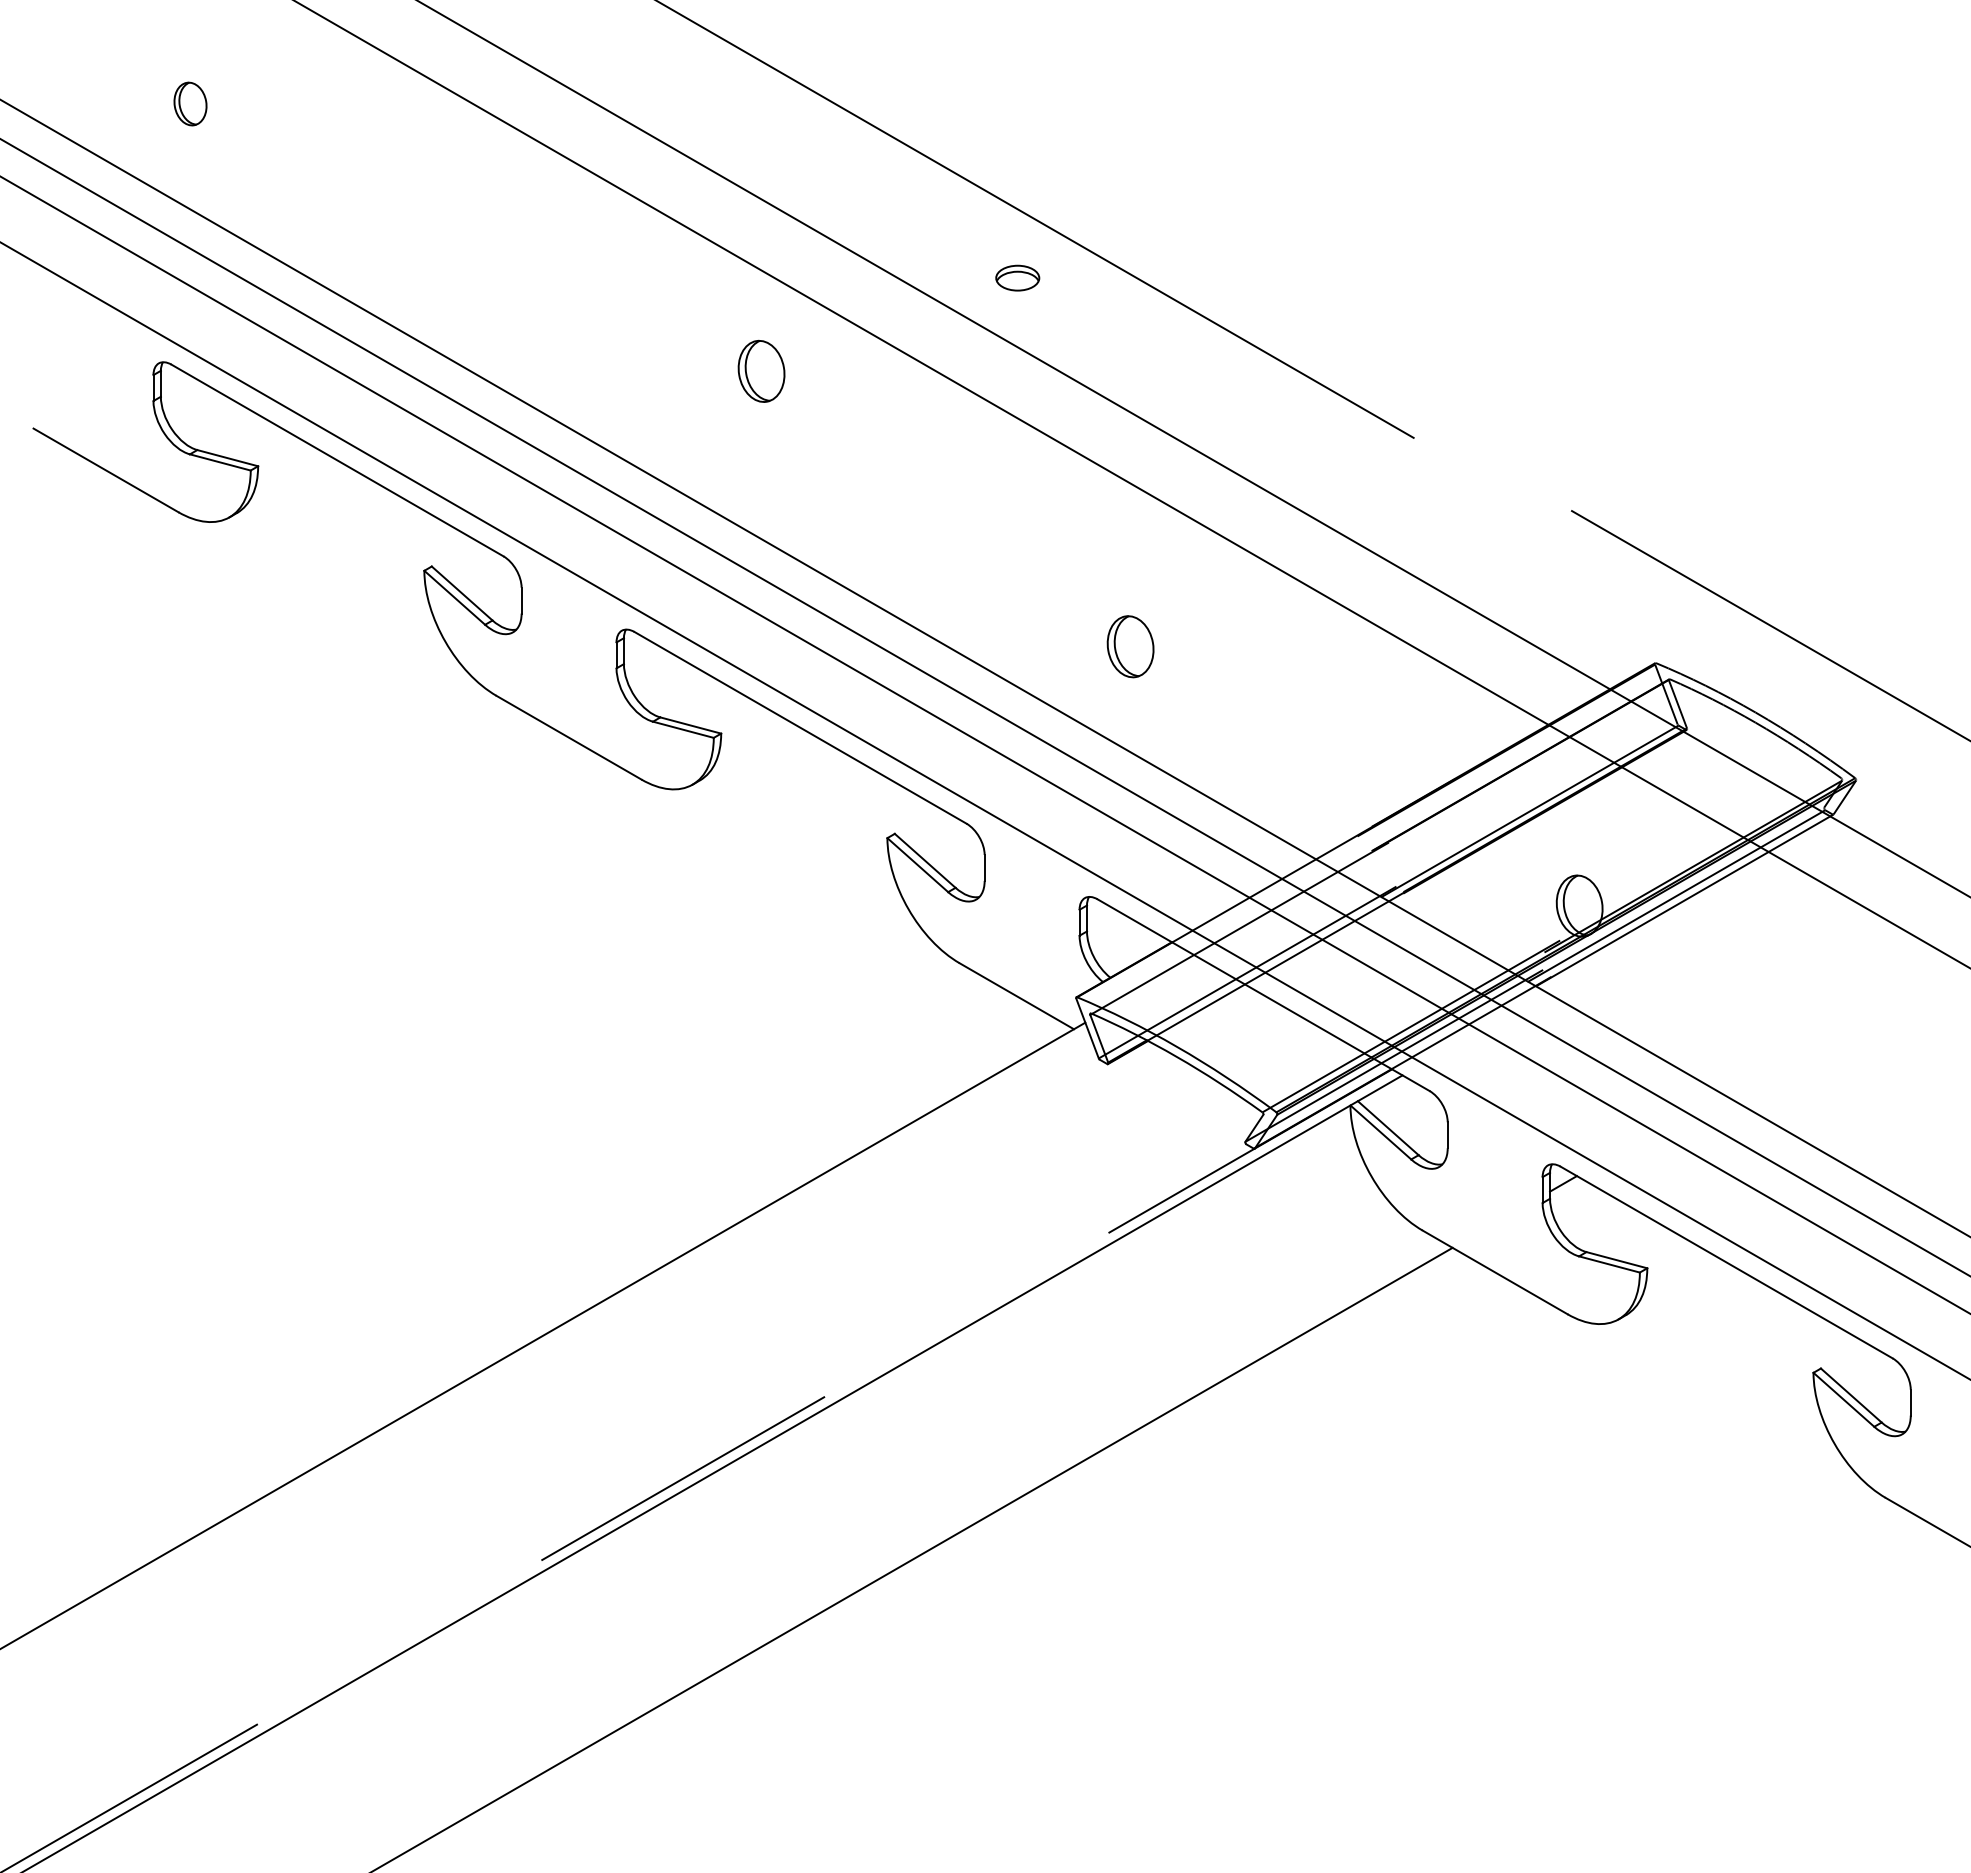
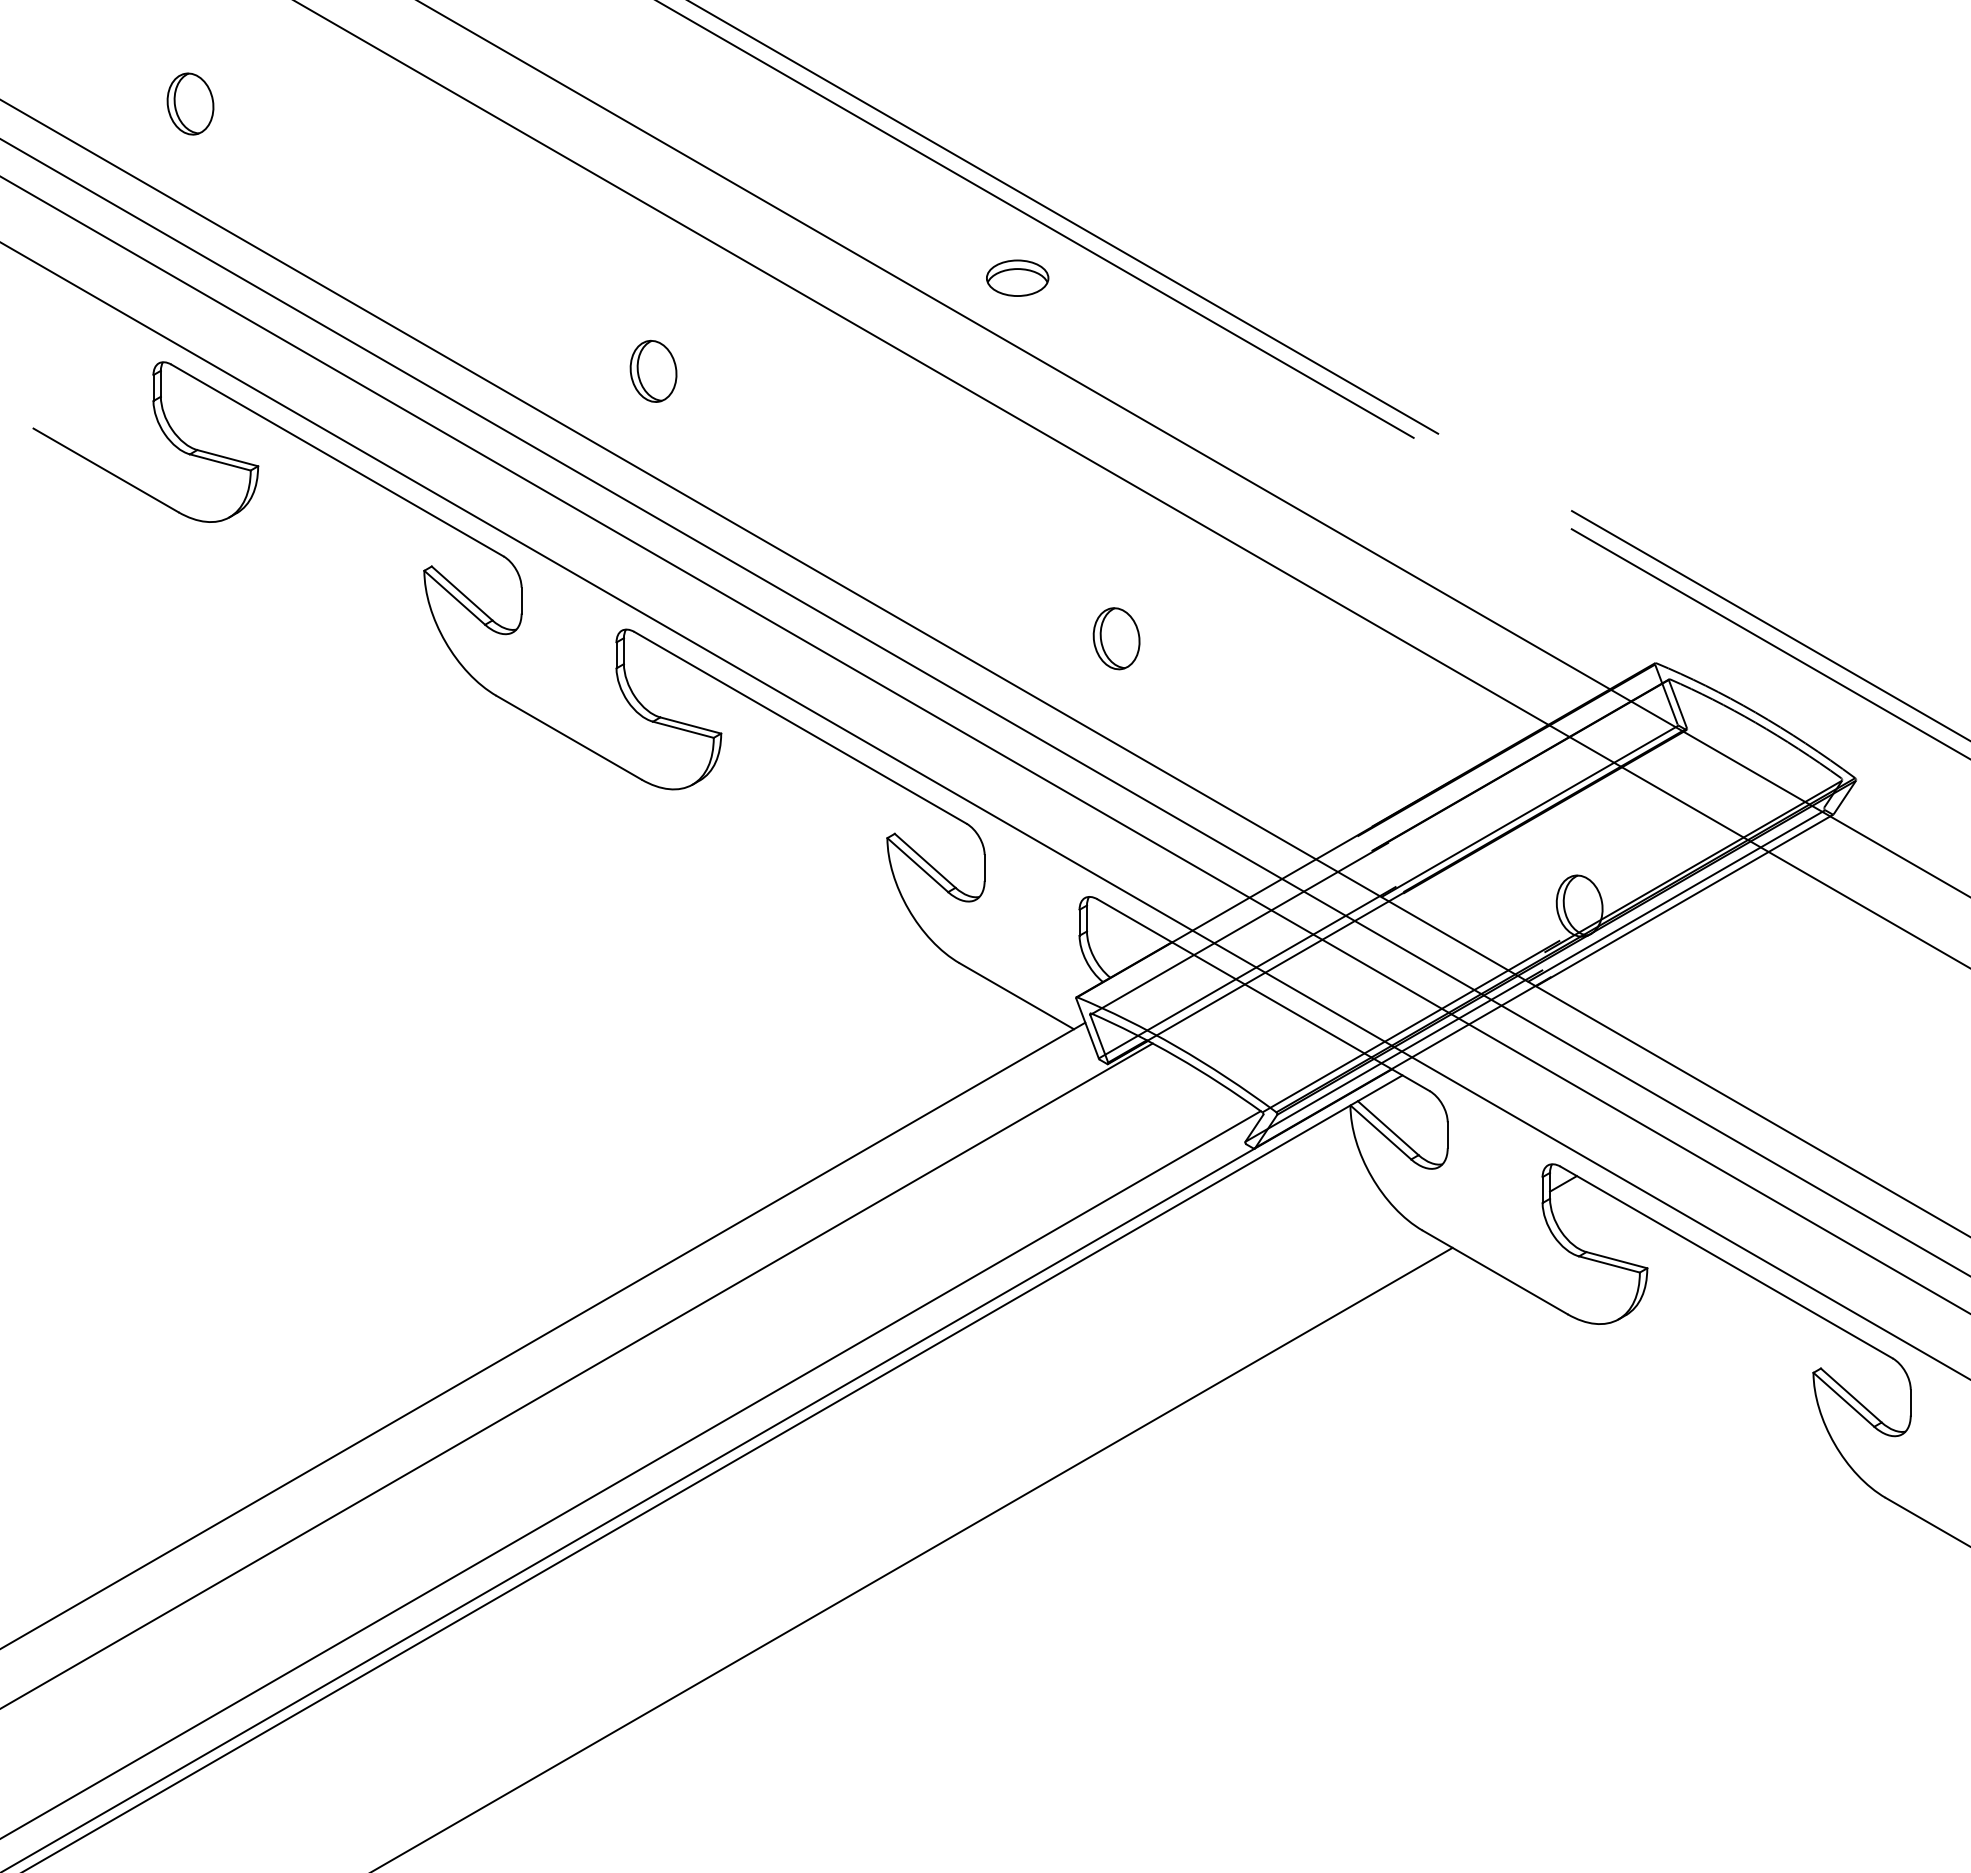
part at (190, 103) size: 35x46 px -> 49x64 px
line at (1064, 217): none -> present
part at (1017, 277) size: 46x28 px -> 64x38 px
part at (761, 370) position: (761, 370) -> (653, 370)
line at (1769, 643): none -> present
part at (1130, 646) position: (1130, 646) -> (1116, 638)
line at (577, 1375): none -> present
line at (695, 1471): dashed -> solid
line at (631, 1474): none -> present
